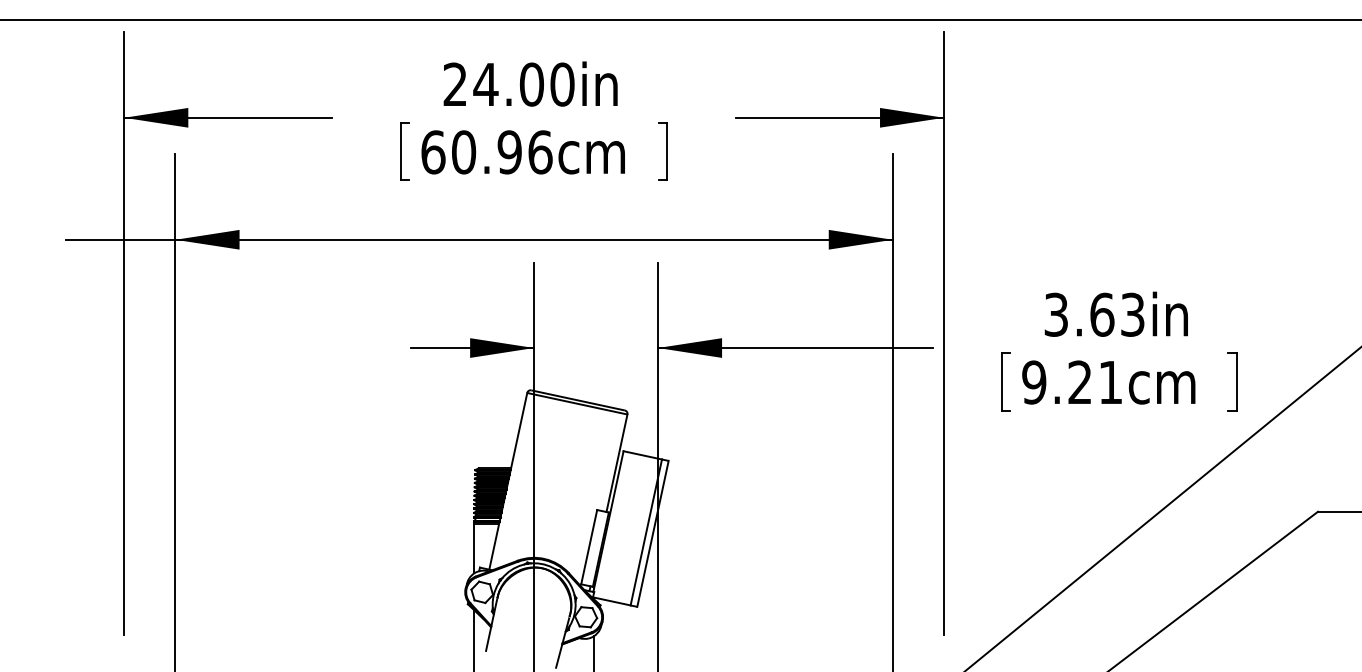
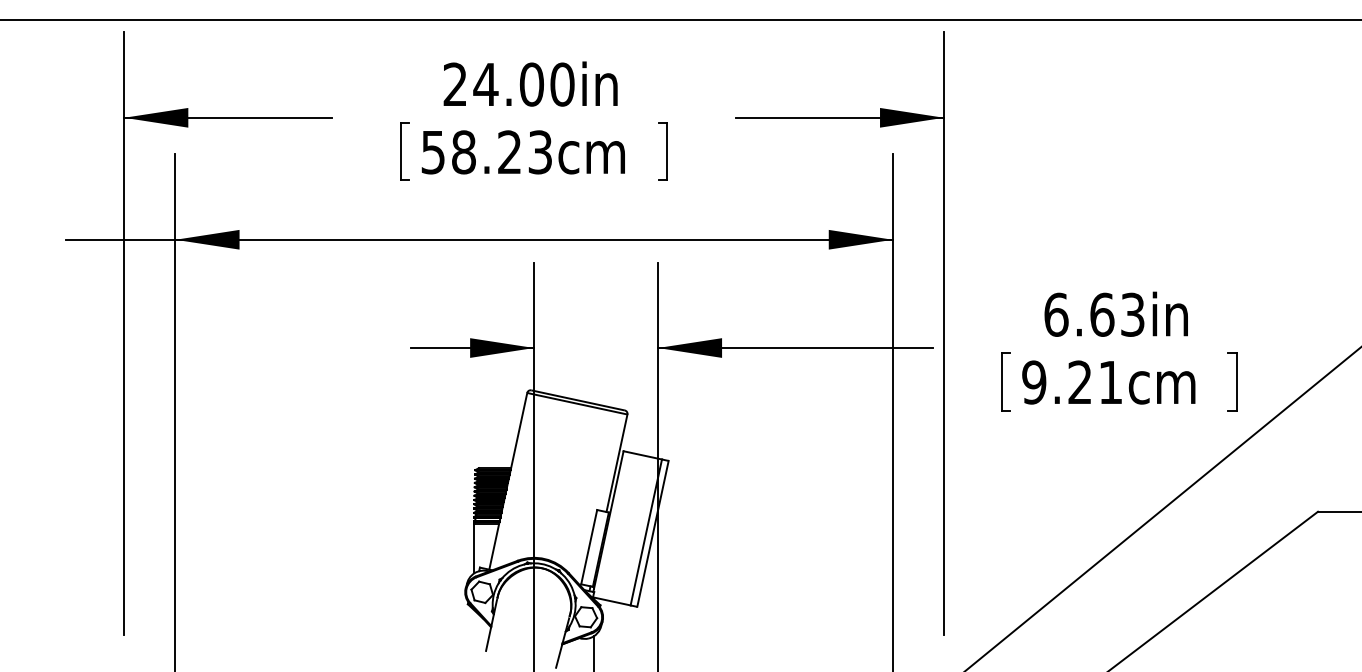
text at (486, 152): 60.96cm -> 58.23cm
text at (1056, 314): 3.63in -> 6.63in
line at (474, 639): present -> none
